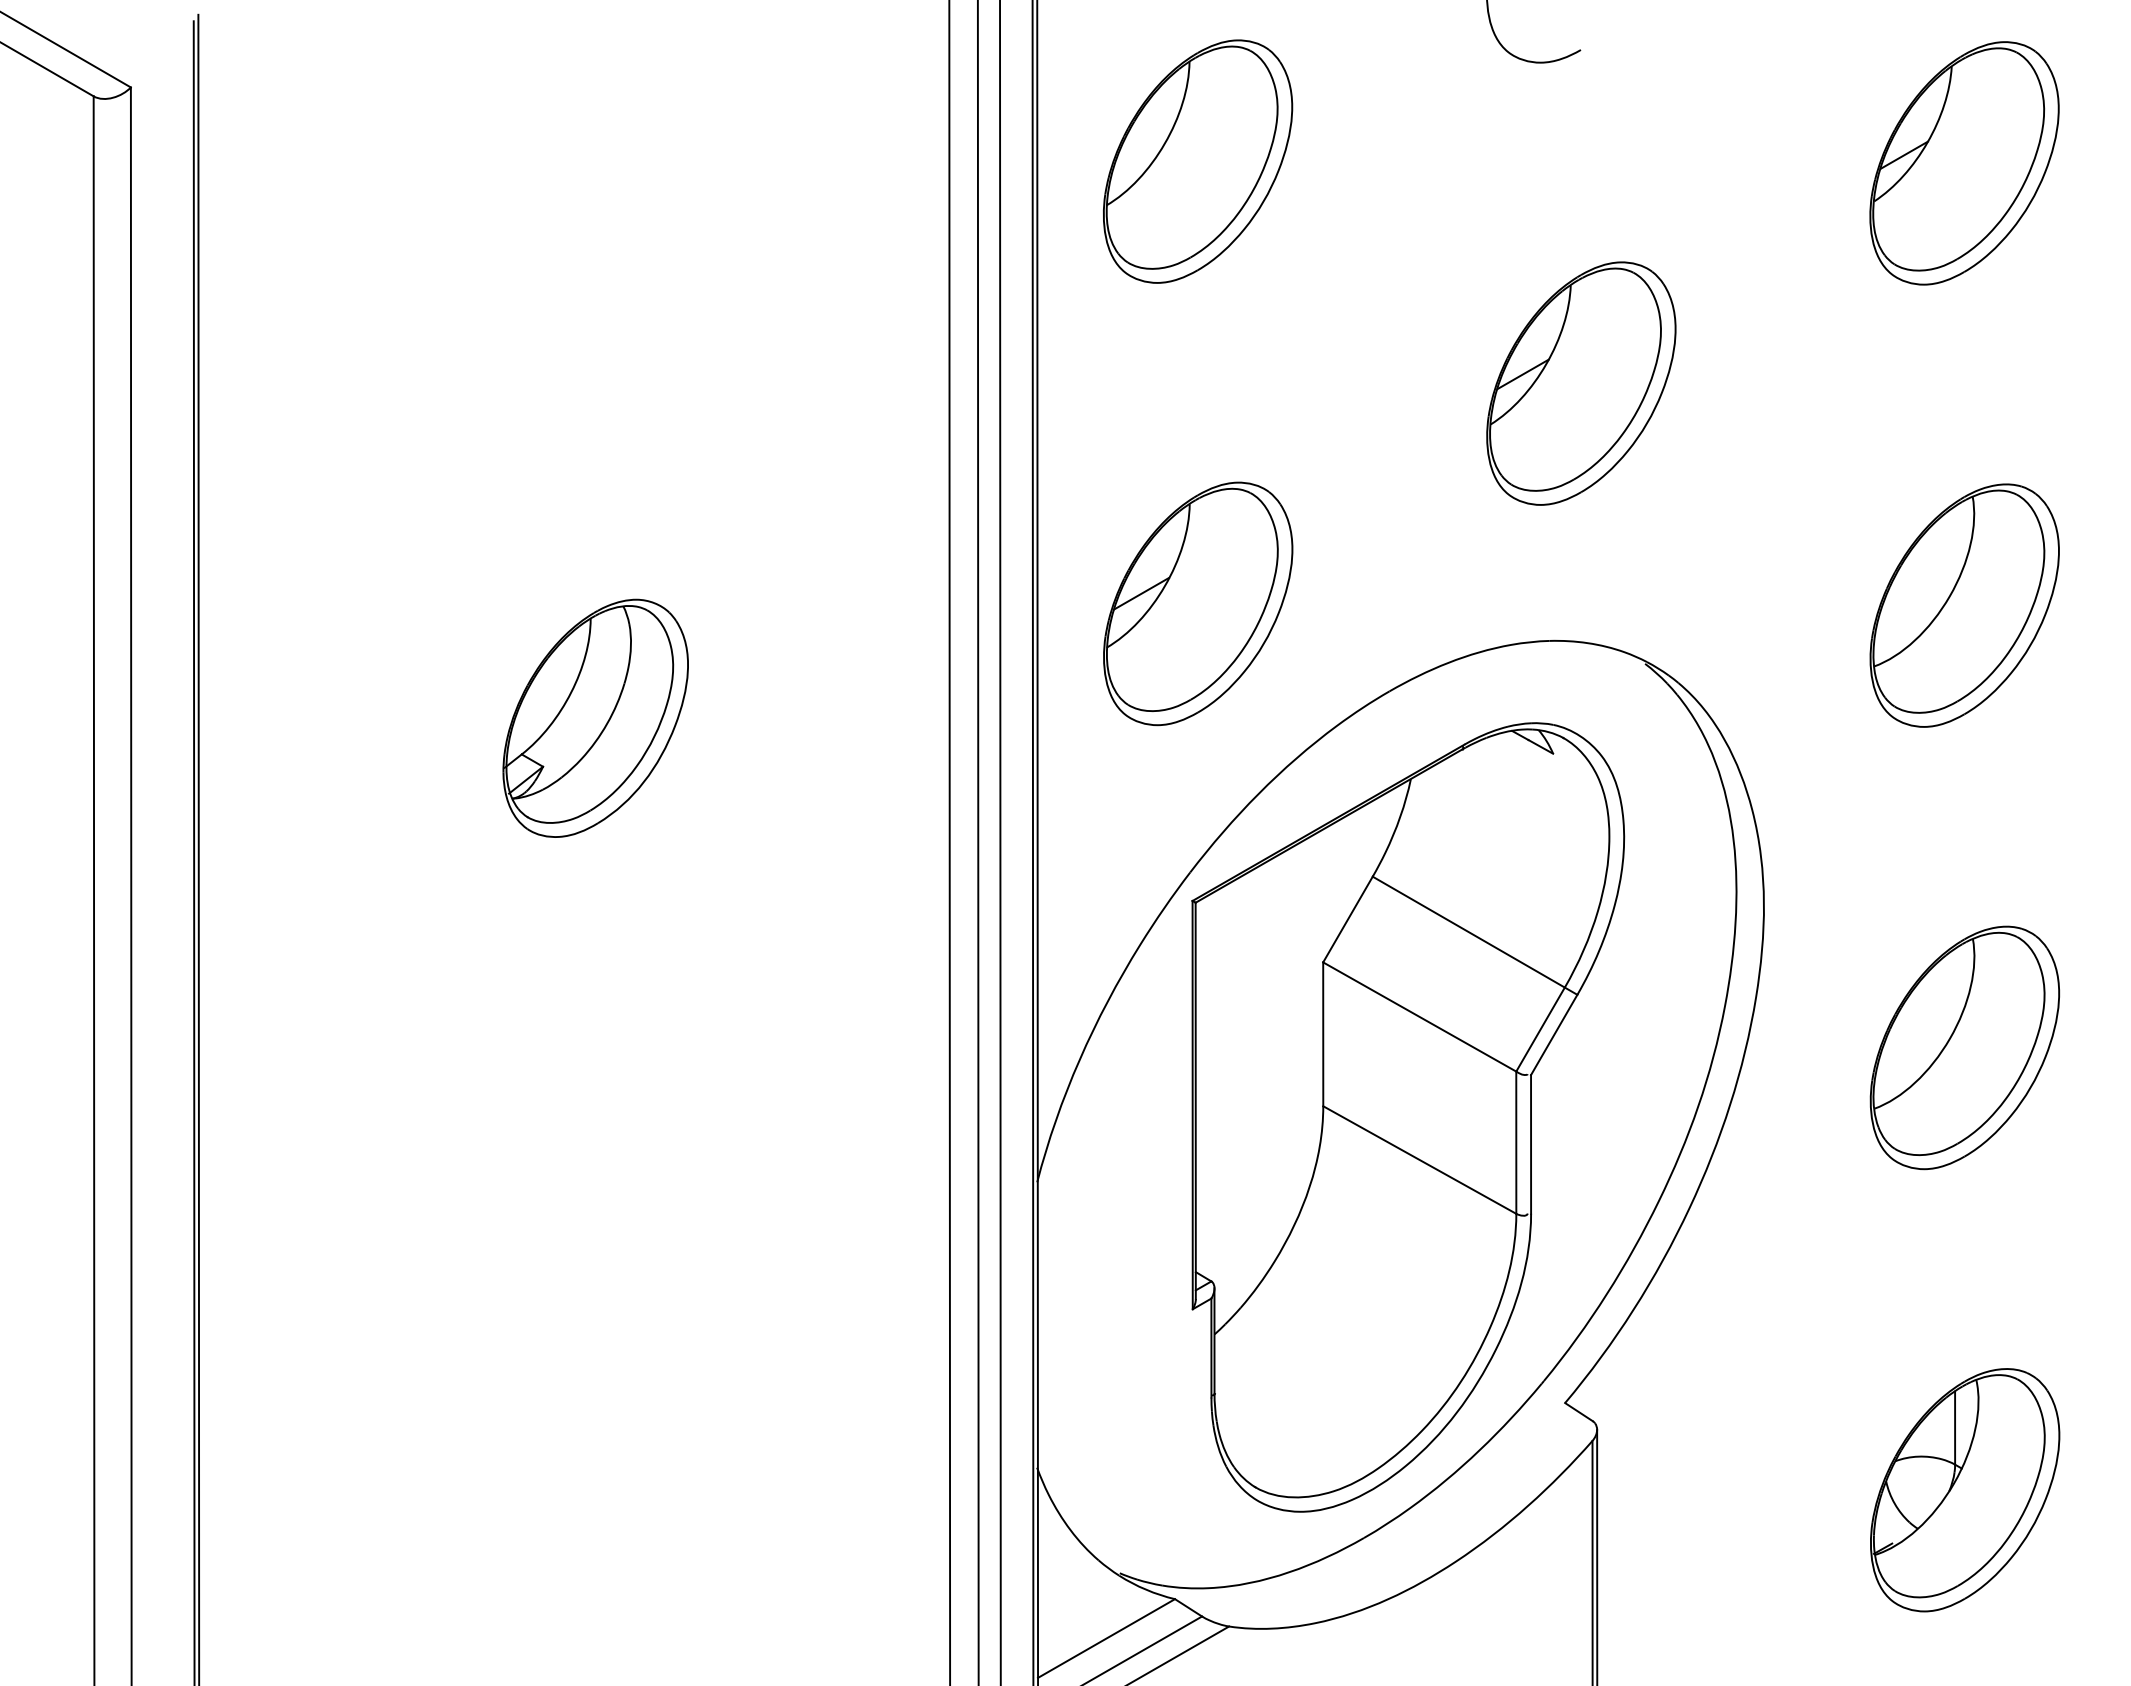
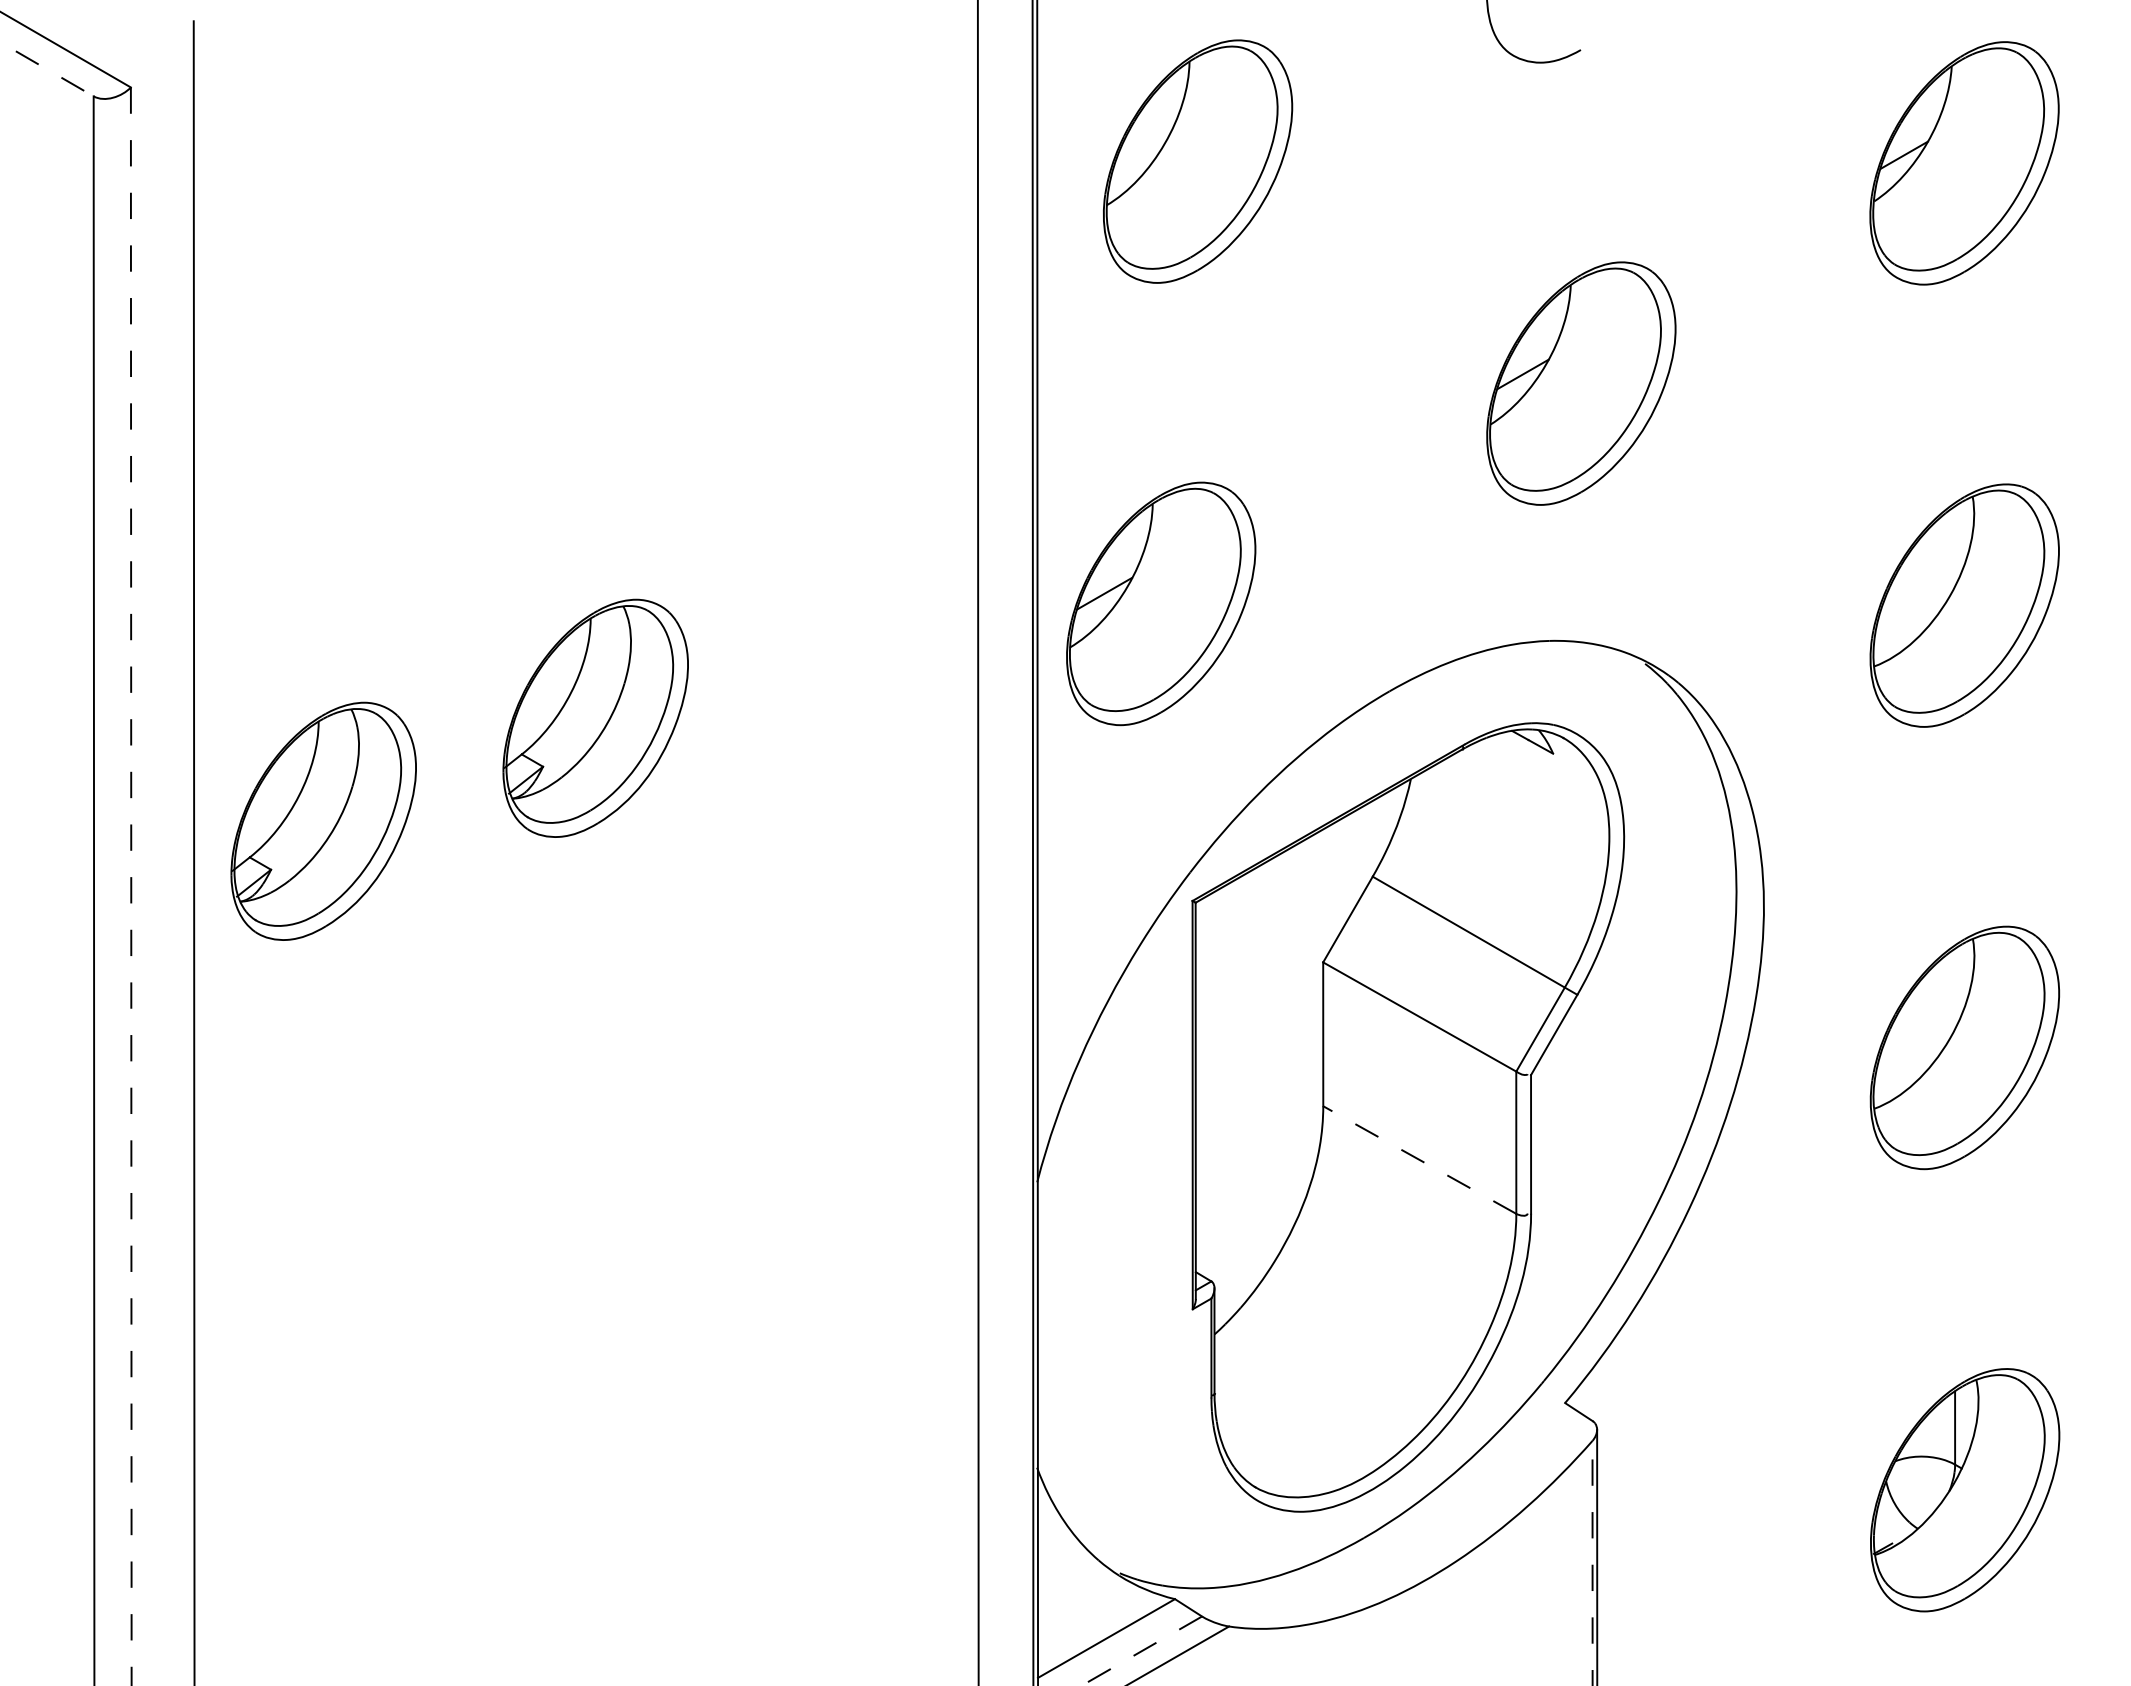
line at (47, 69): solid -> dashed
part at (1198, 603) position: (1198, 603) -> (1161, 603)
part at (323, 820): none -> present
line at (949, 842): present -> none
line at (1000, 842): present -> none
line at (198, 848): present -> none
line at (131, 886): solid -> dashed
line at (1419, 1160): solid -> dashed
line at (1592, 1562): solid -> dashed
line at (1141, 1651): solid -> dashed
